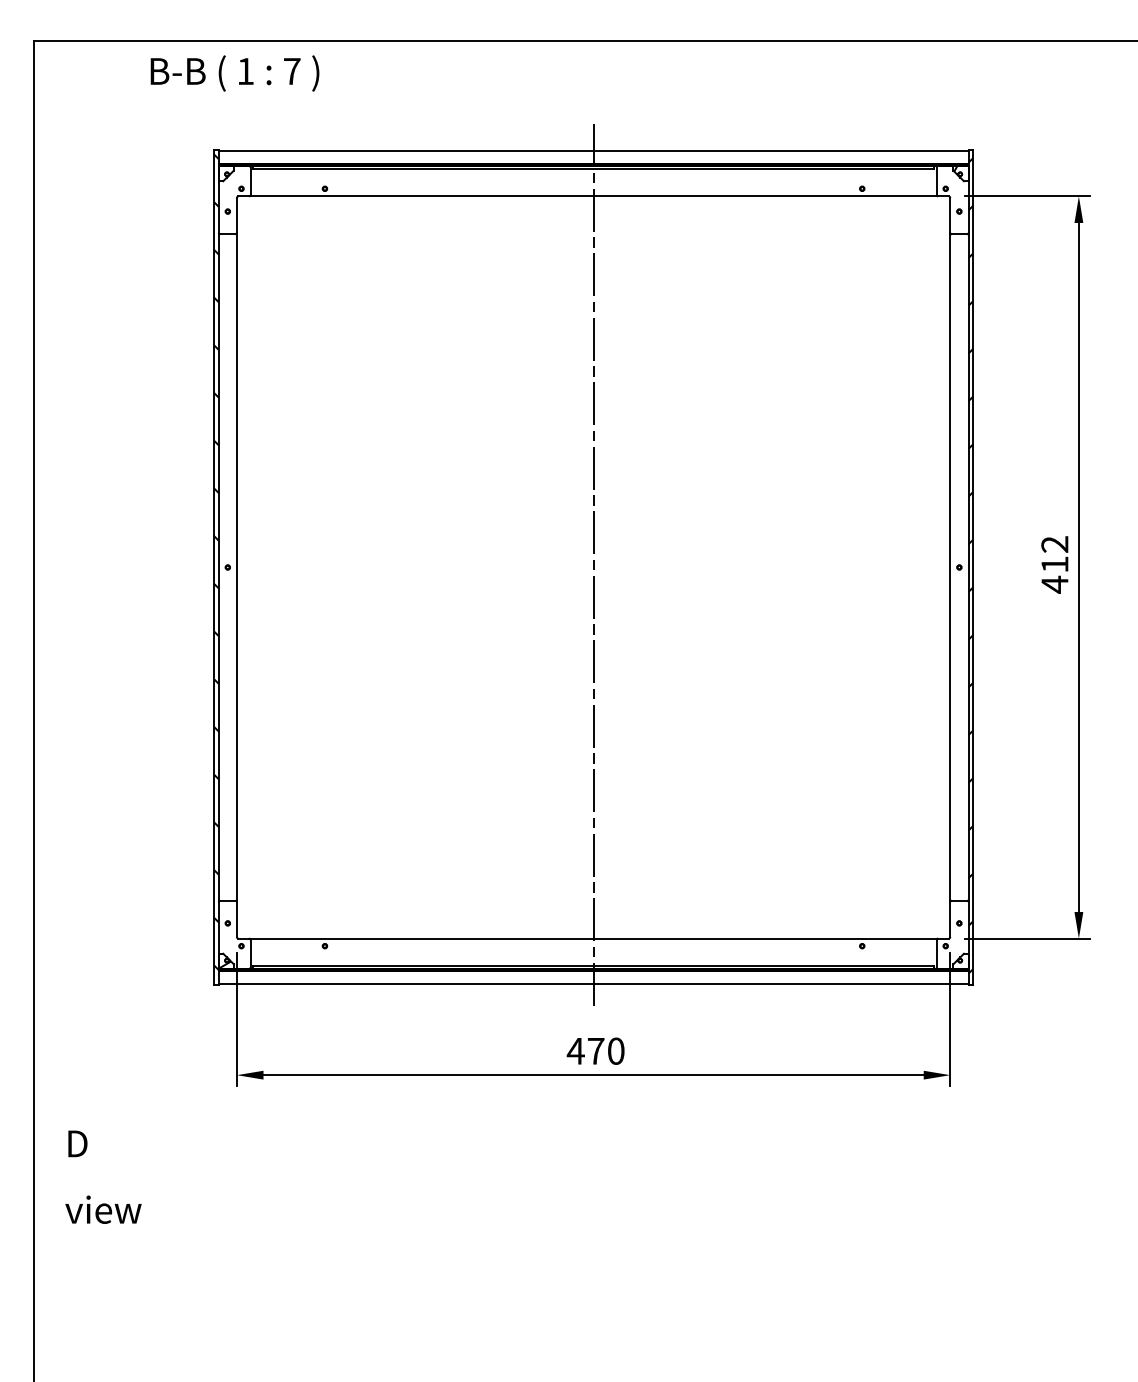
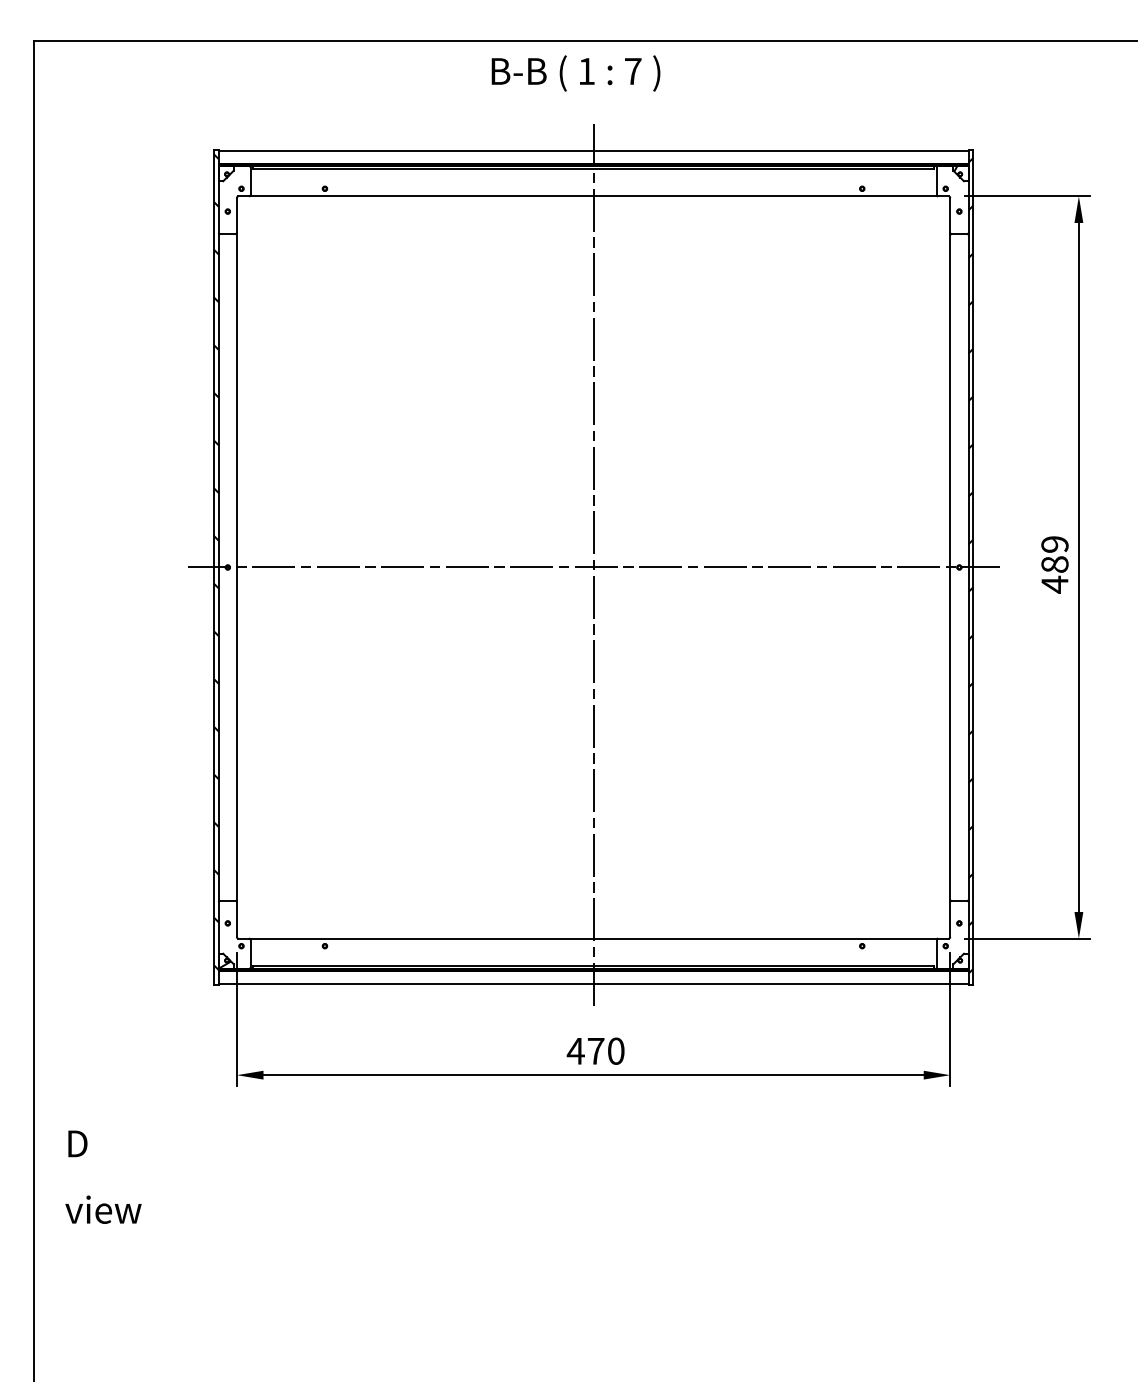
text at (234, 73) position: (234, 73) -> (575, 73)
text at (1054, 554): 412 -> 489
line at (593, 567): none -> present
